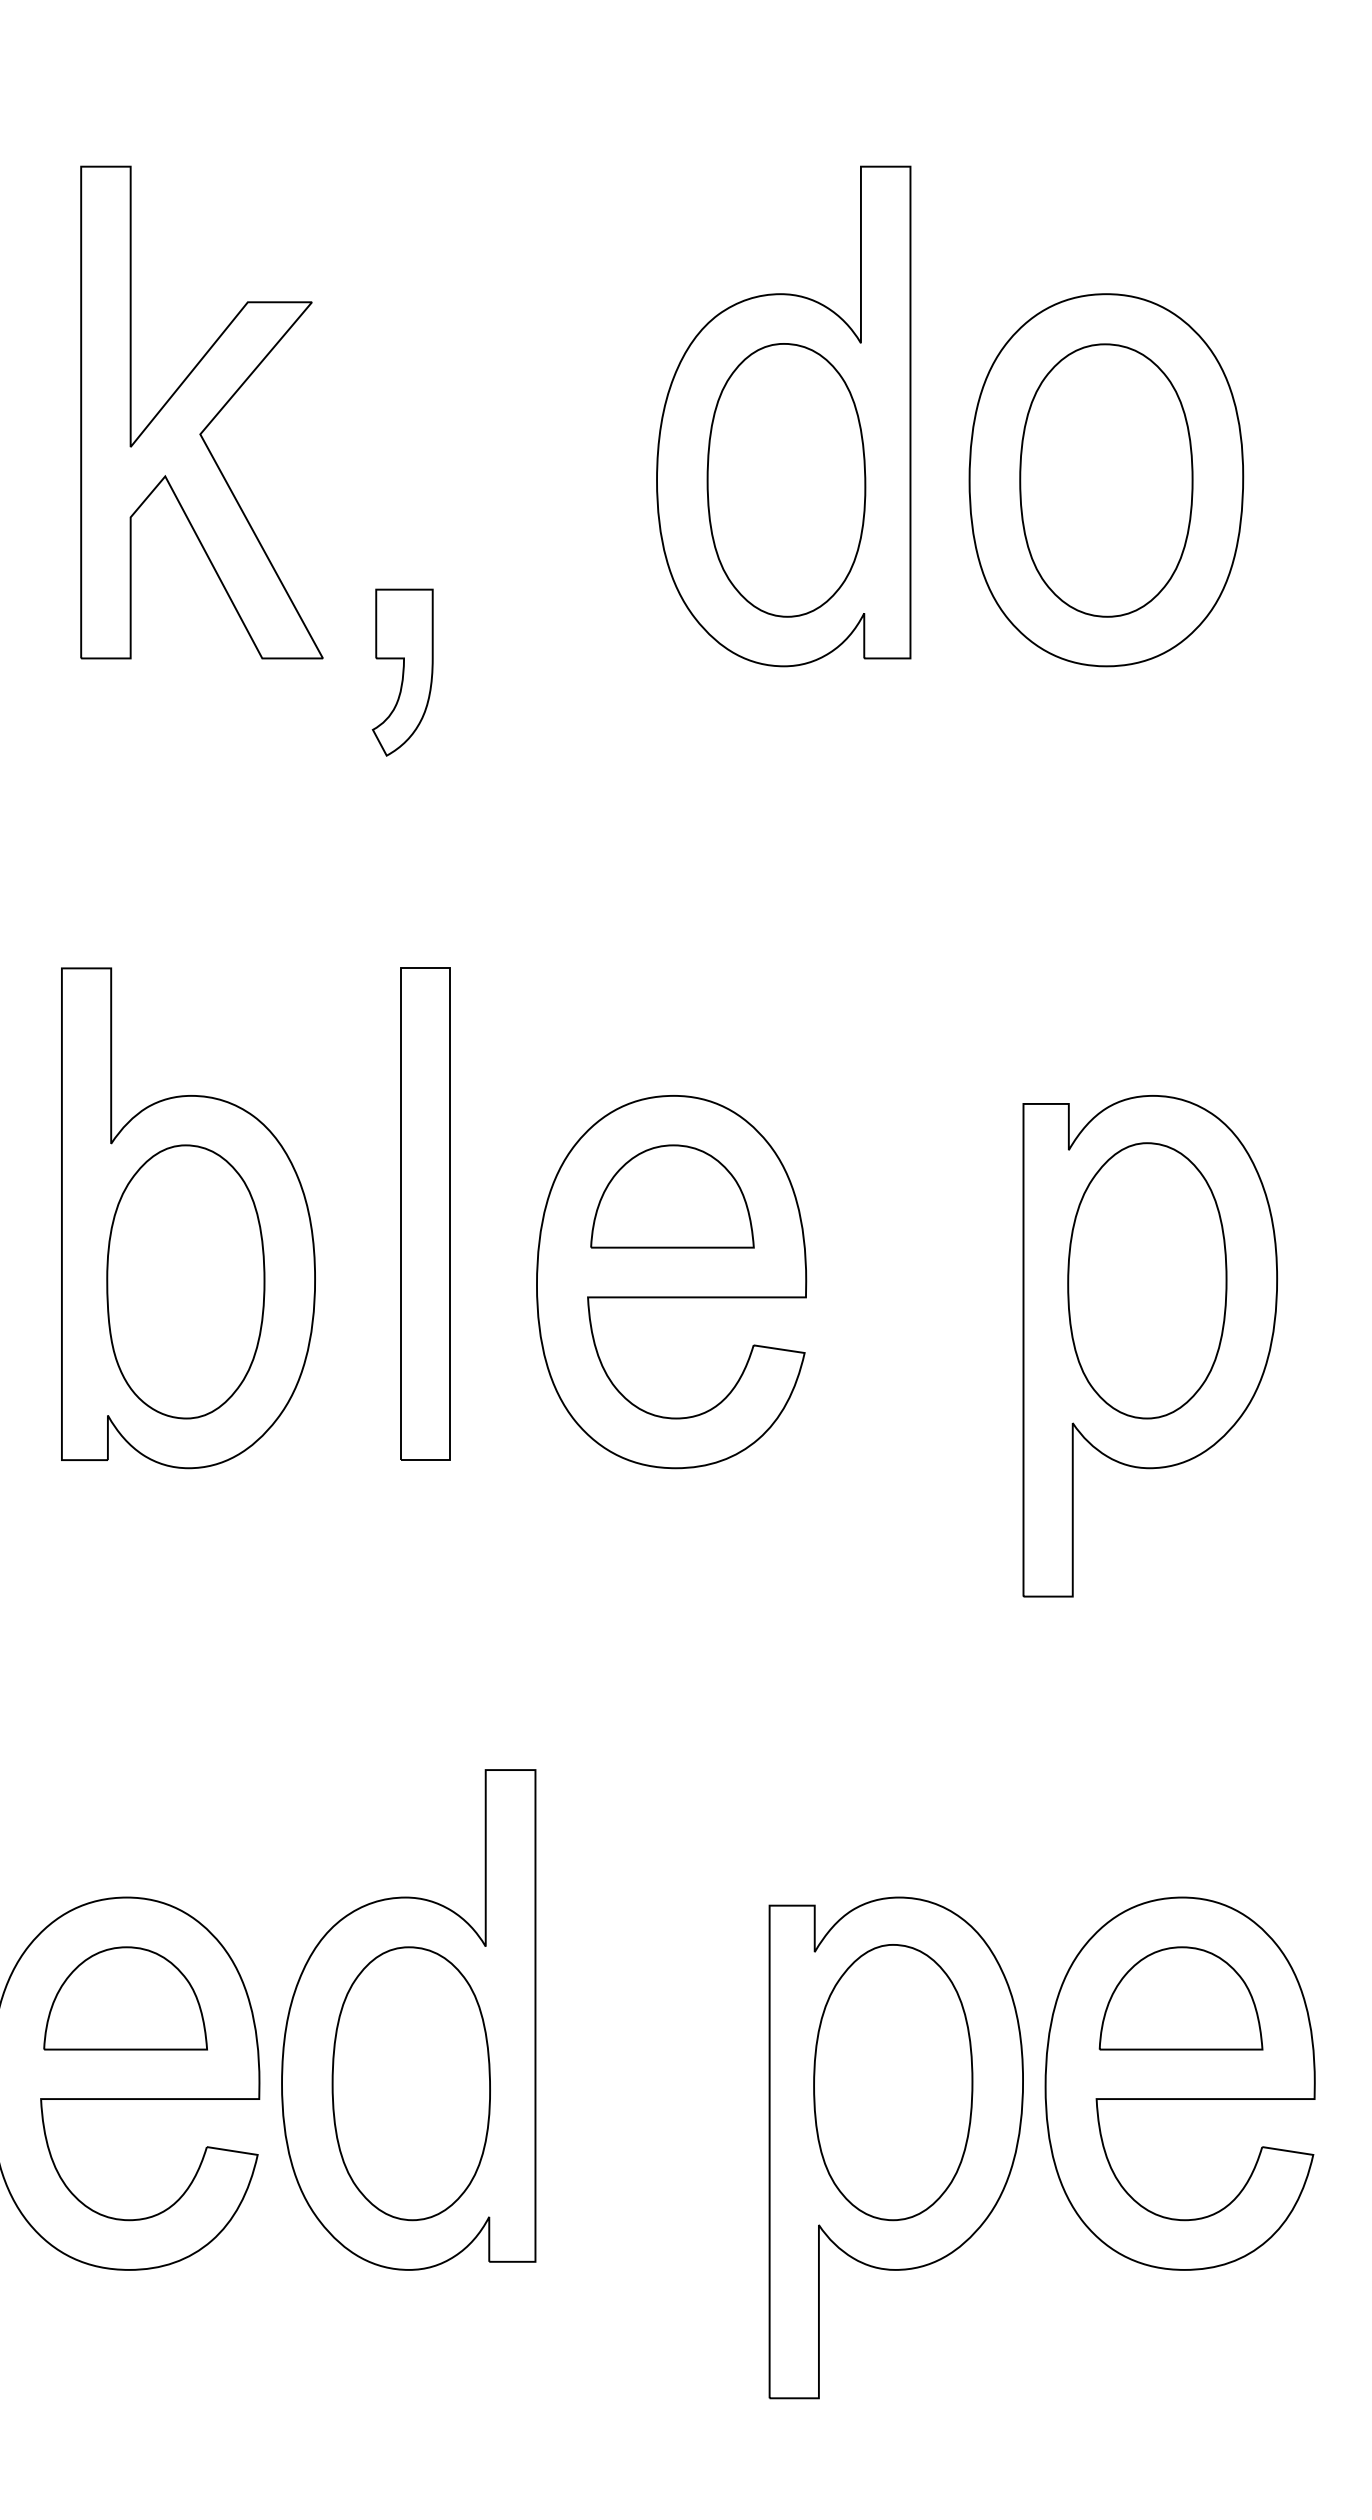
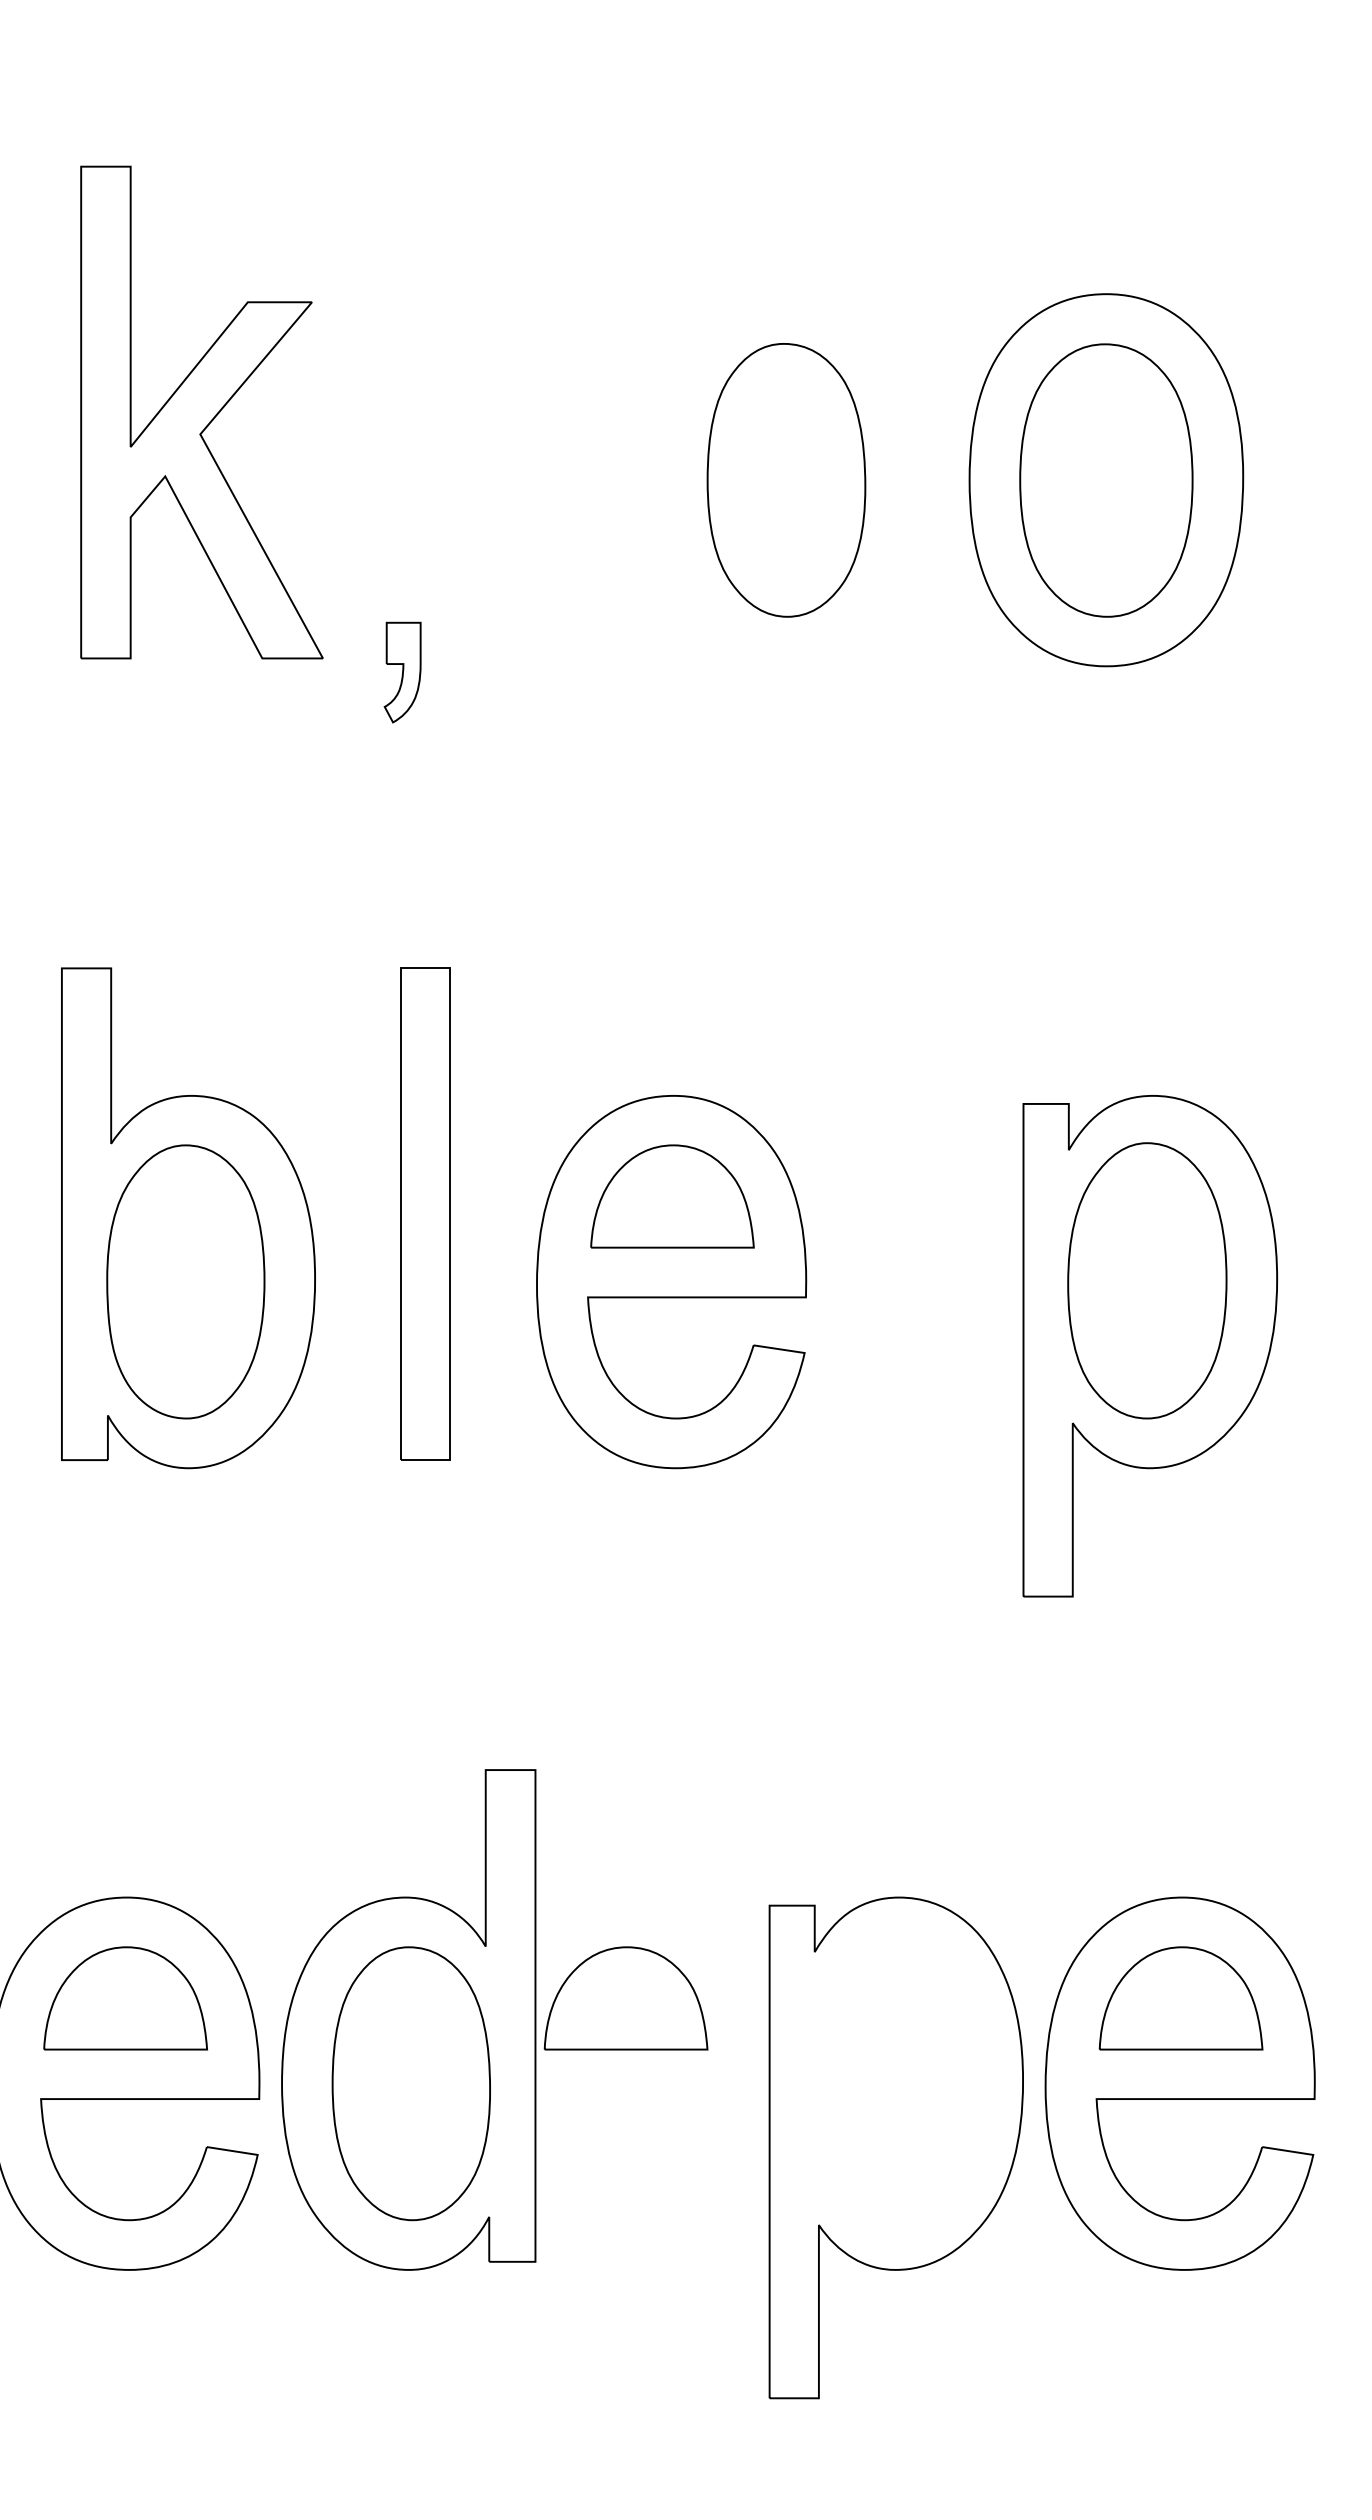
part at (783, 416): present -> none
part at (402, 672) size: 63x169 px -> 39x103 px
part at (625, 1998): none -> present
part at (893, 2082): present -> none
